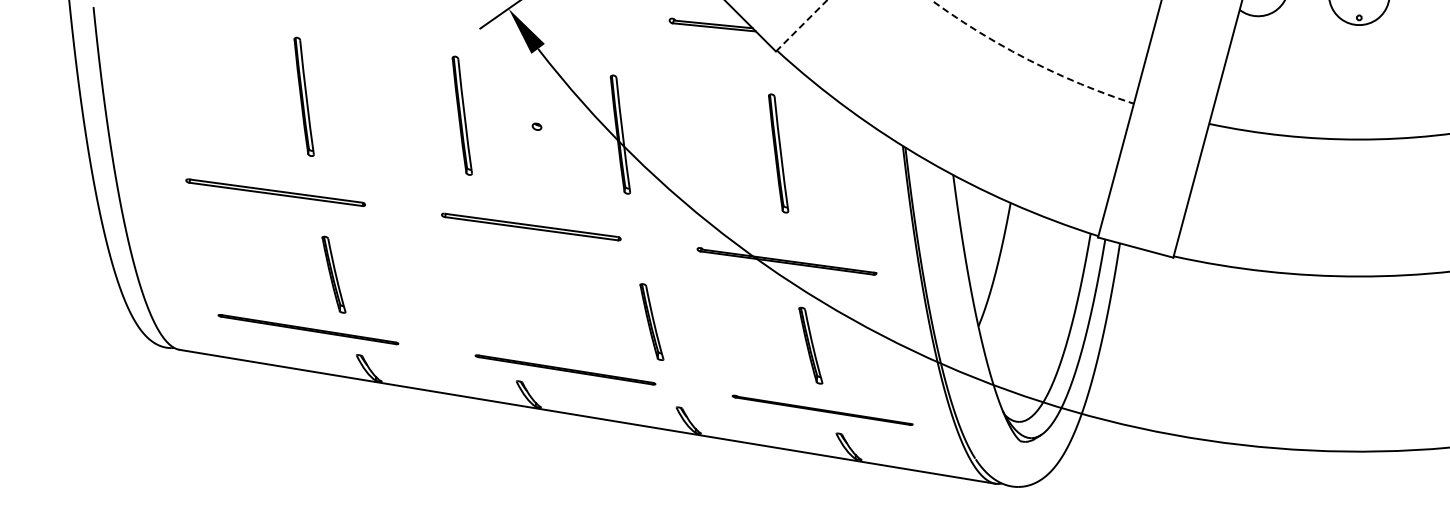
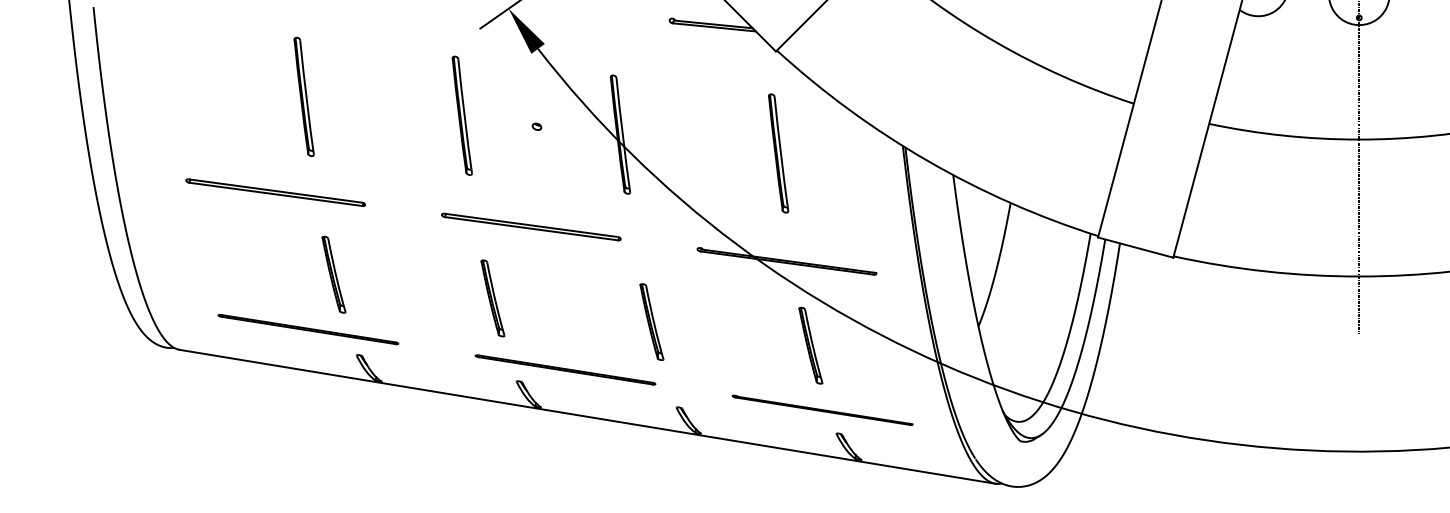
line at (801, 26): dashed -> solid
arc at (1028, 59): dashed -> solid
line at (1359, 168): none -> present
part at (492, 298): none -> present
